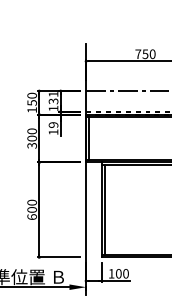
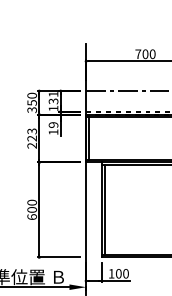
text at (145, 53): 750 -> 700
text at (31, 110): 150 -> 350
text at (31, 138): 300 -> 223
